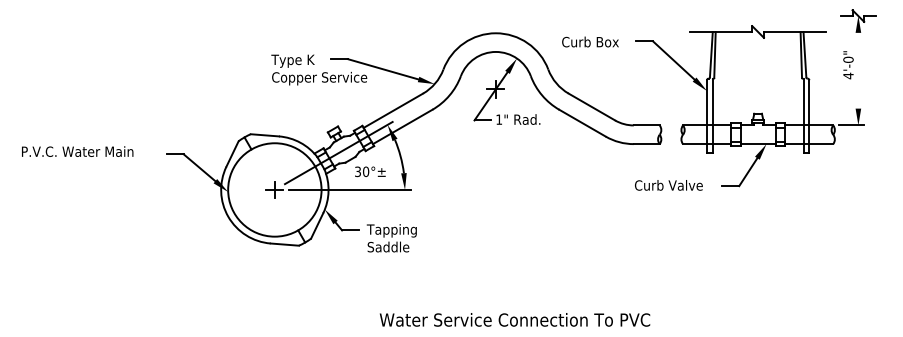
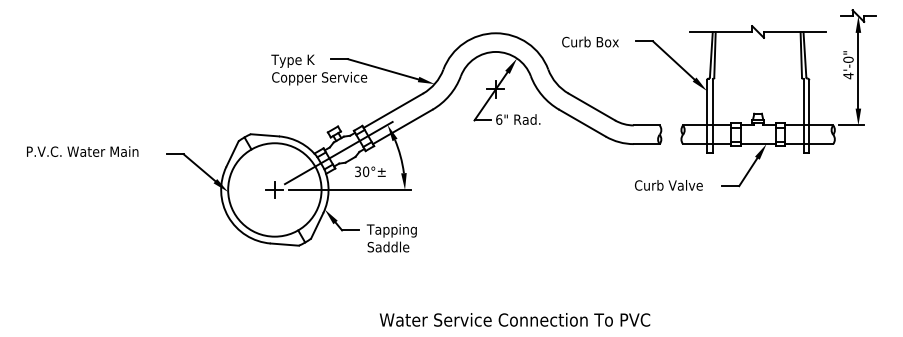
line at (858, 70): none -> present
text at (499, 119): 1" -> 6"
text at (77, 151) position: (77, 151) -> (82, 151)
